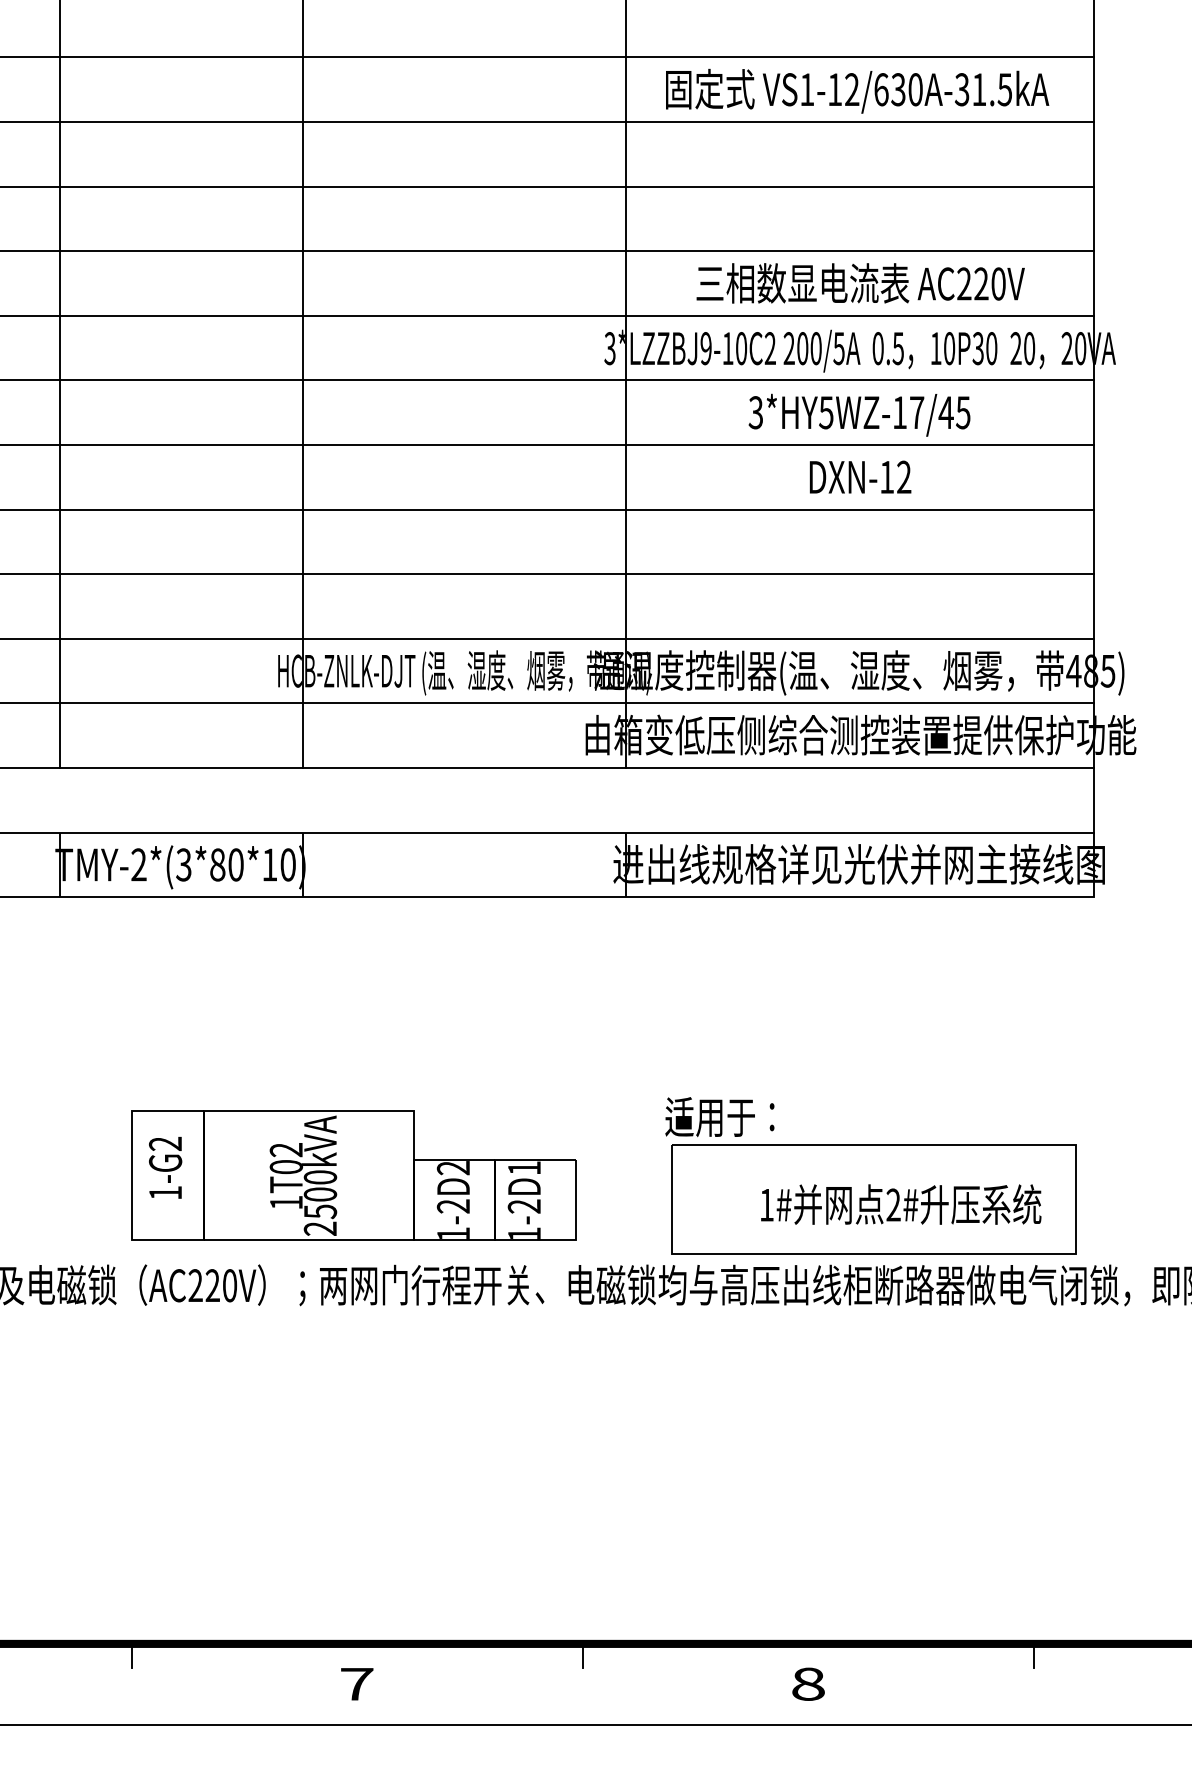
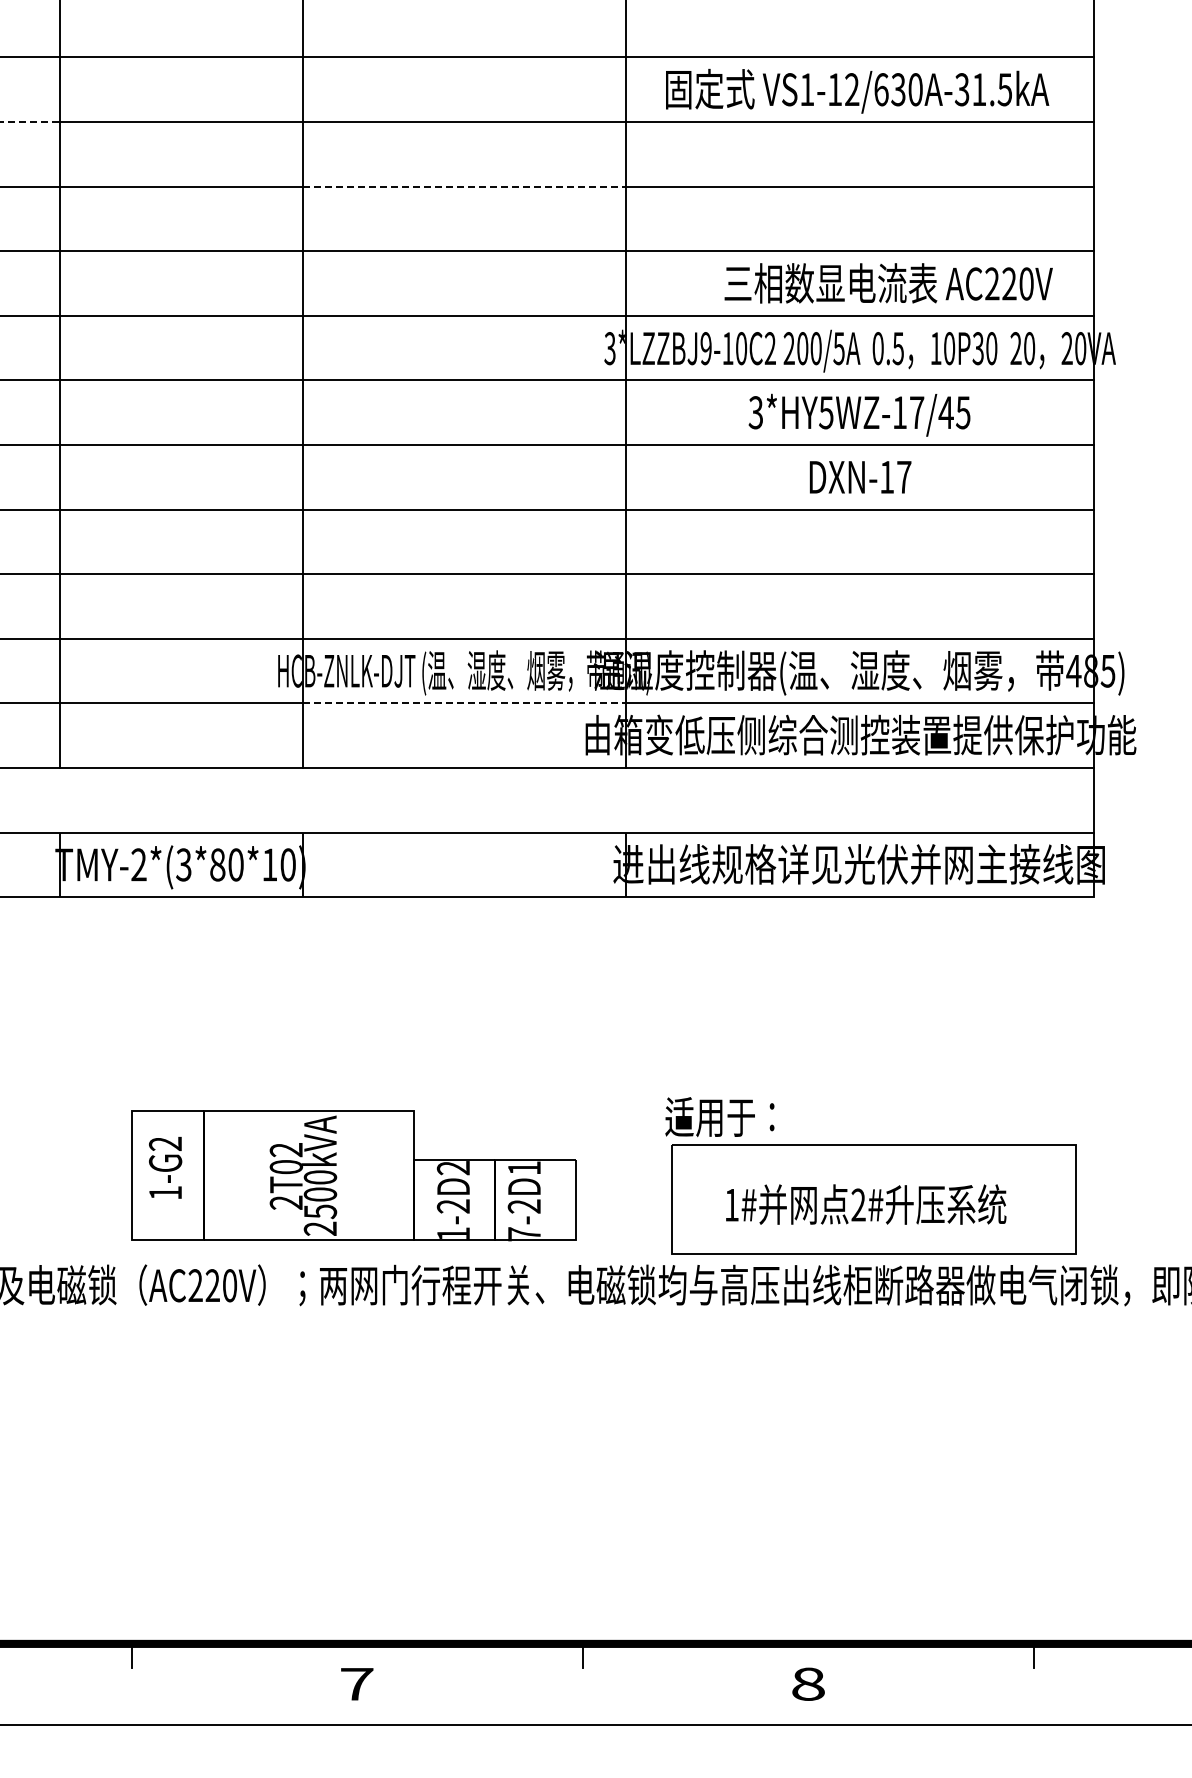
line at (30, 122): solid -> dashed
line at (464, 186): solid -> dashed
text at (860, 283) position: (860, 283) -> (888, 283)
text at (904, 476): DXN-12 -> DXN-17
line at (464, 703): solid -> dashed
text at (285, 1202): 1T02 -> 2T02
text at (901, 1204) position: (901, 1204) -> (866, 1204)
text at (524, 1234): 1-2D1 -> 7-2D1
